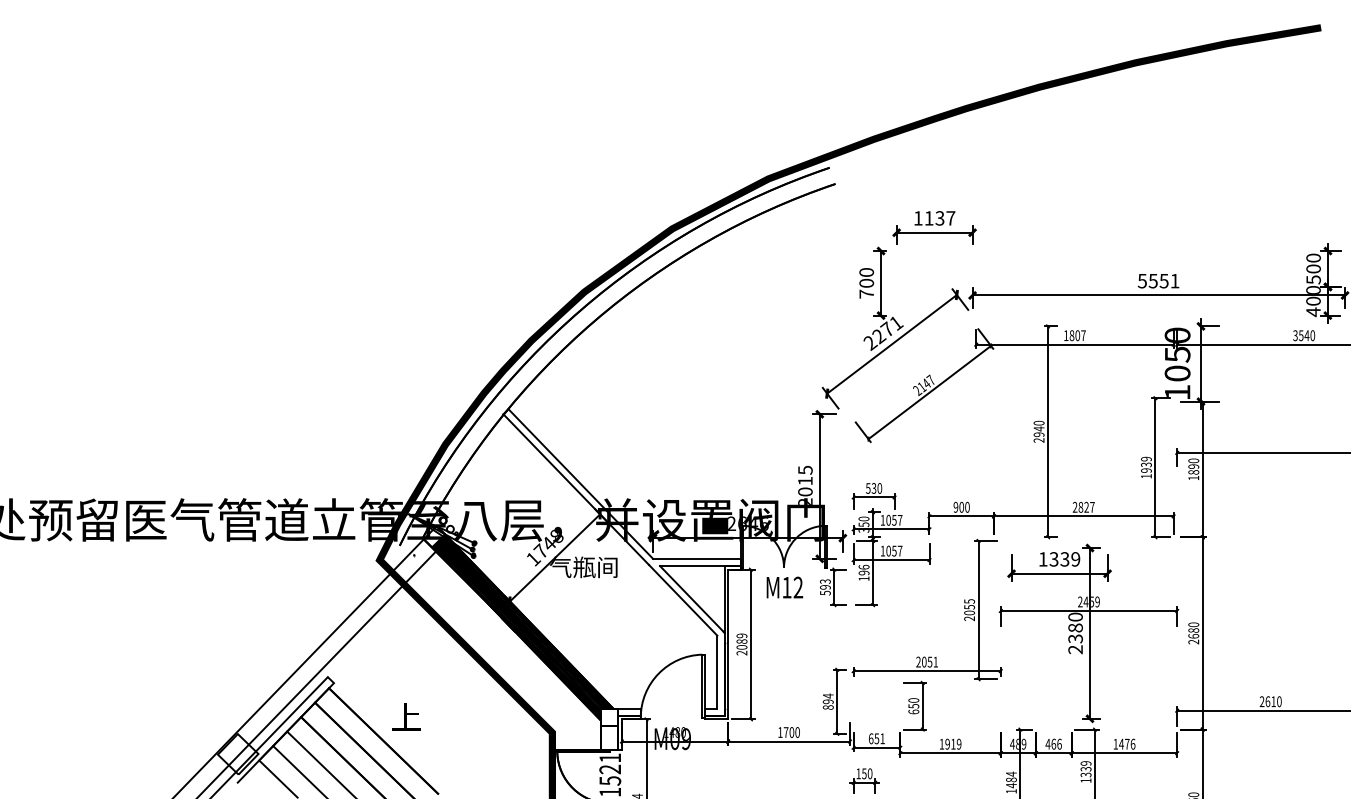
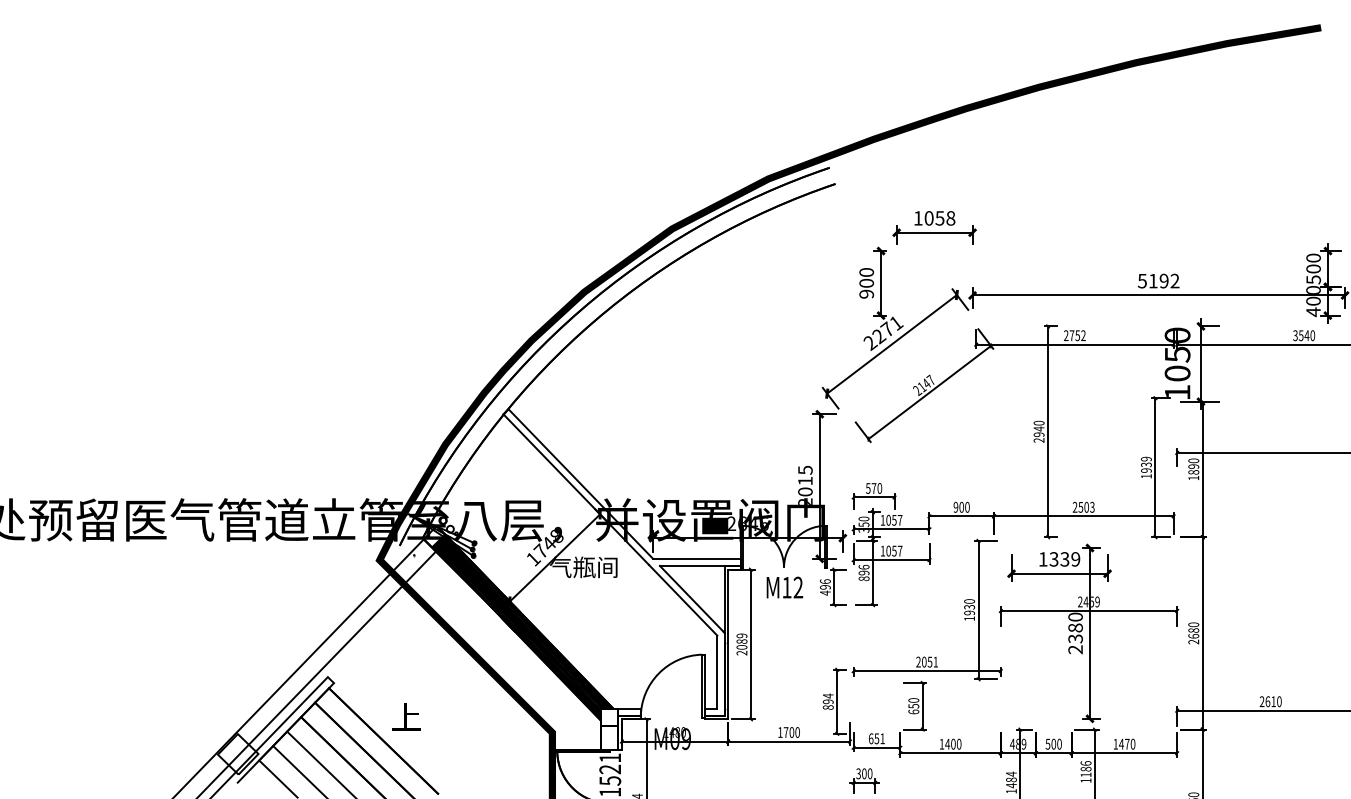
text at (939, 218): 1137 -> 1058
text at (1163, 280): 5551 -> 5192
text at (866, 293): 700 -> 900
text at (1074, 335): 1807 -> 2752
text at (873, 488): 530 -> 570
text at (1086, 506): 2827 -> 2503
text at (863, 578): 196 -> 896
text at (825, 587): 593 -> 496
text at (969, 610): 2055 -> 1930
text at (953, 743): 1919 -> 1400
text at (1053, 743): 466 -> 500
text at (1132, 743): 1476 -> 1470
text at (1085, 769): 1339 -> 1186
text at (861, 773): 150 -> 300
